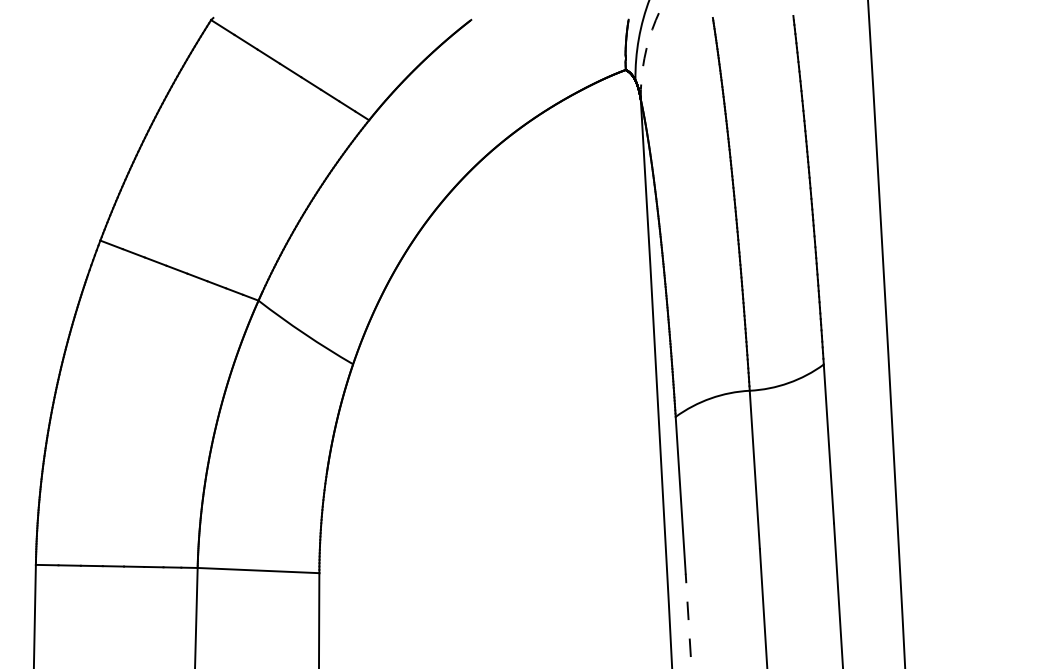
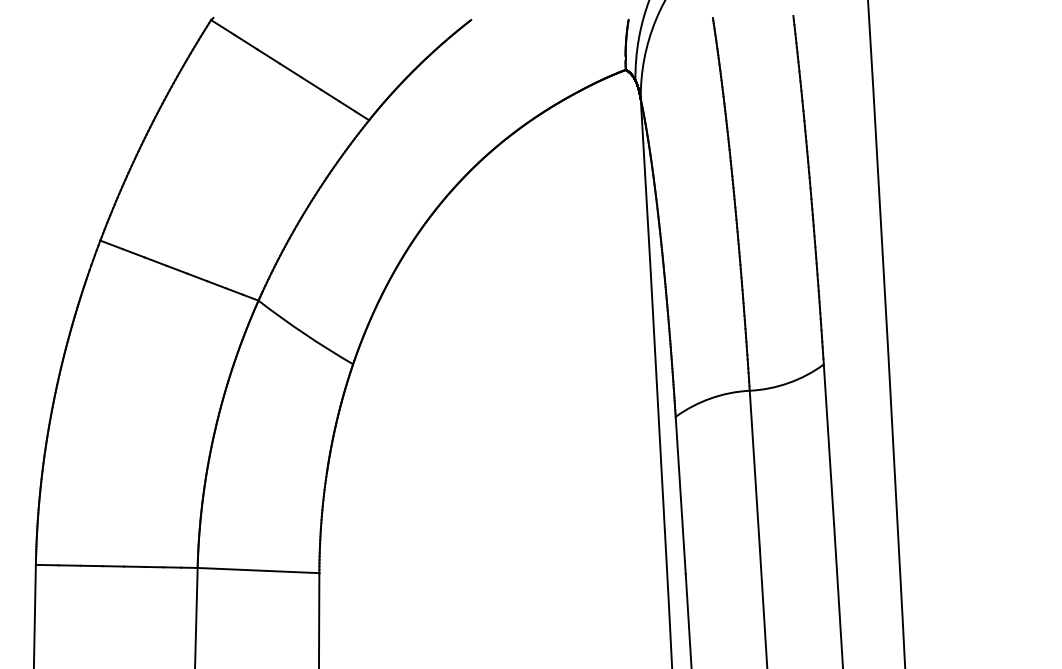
arc at (646, 48): dashed -> solid
line at (688, 620): dashed -> solid
